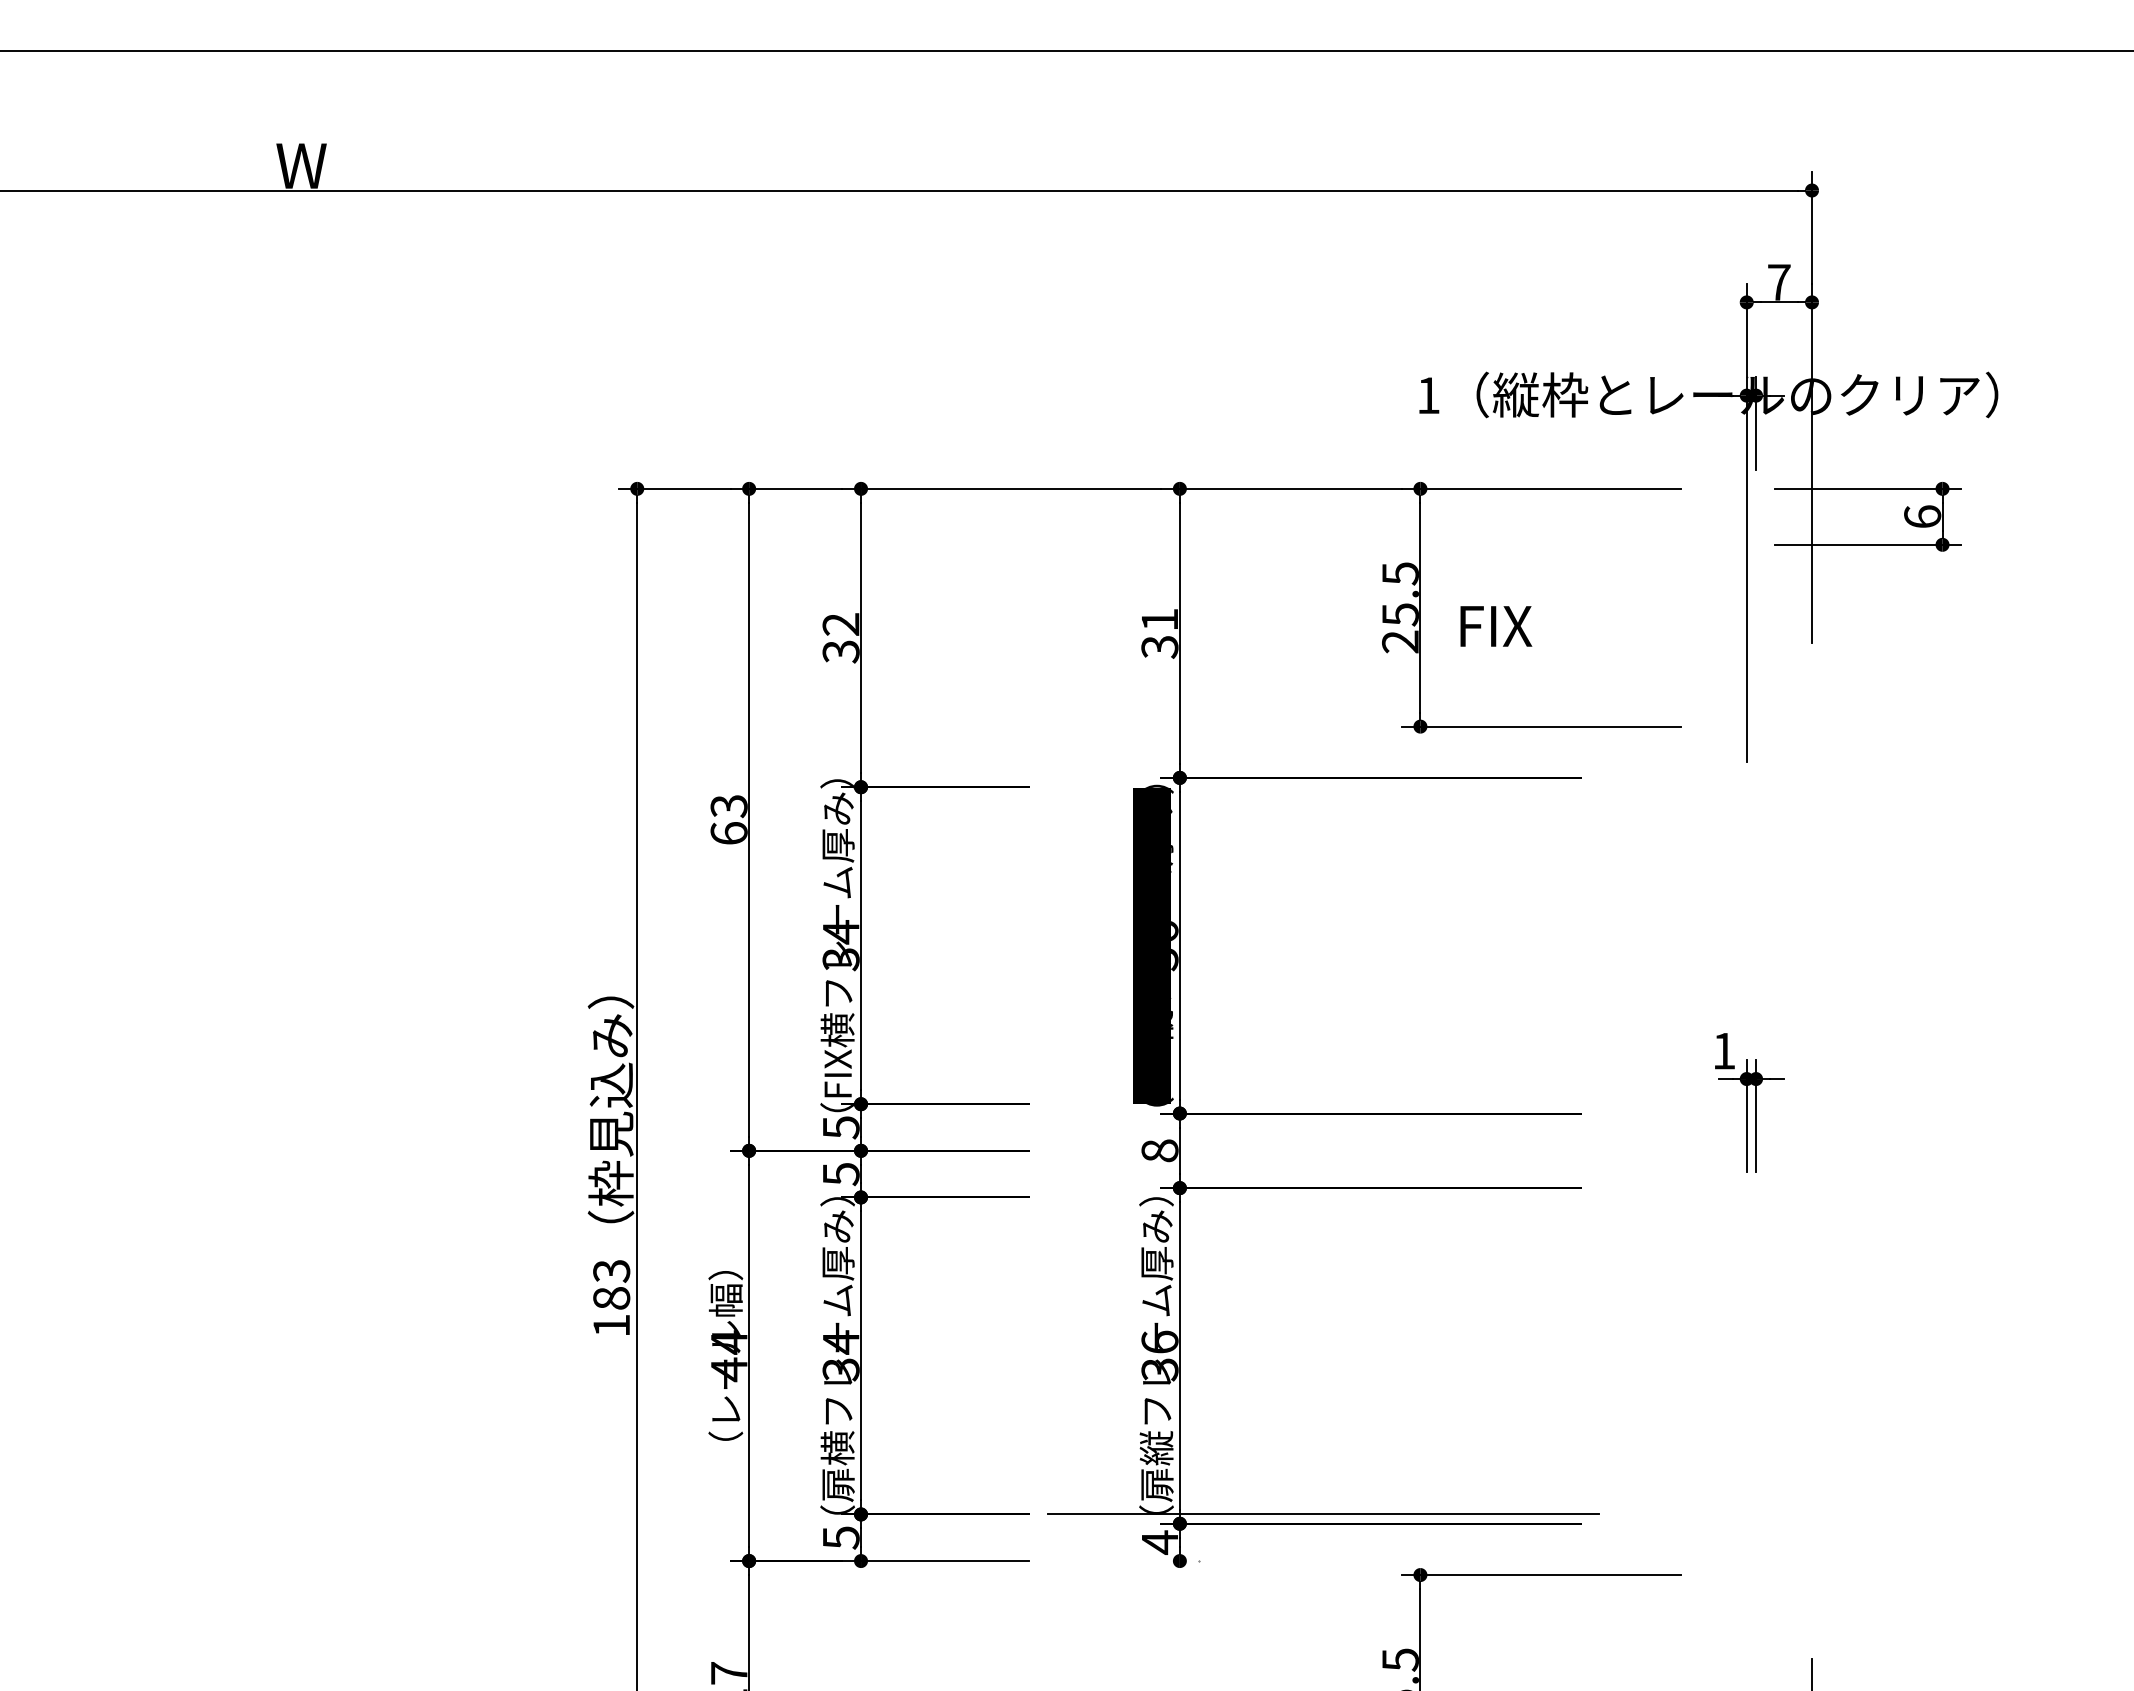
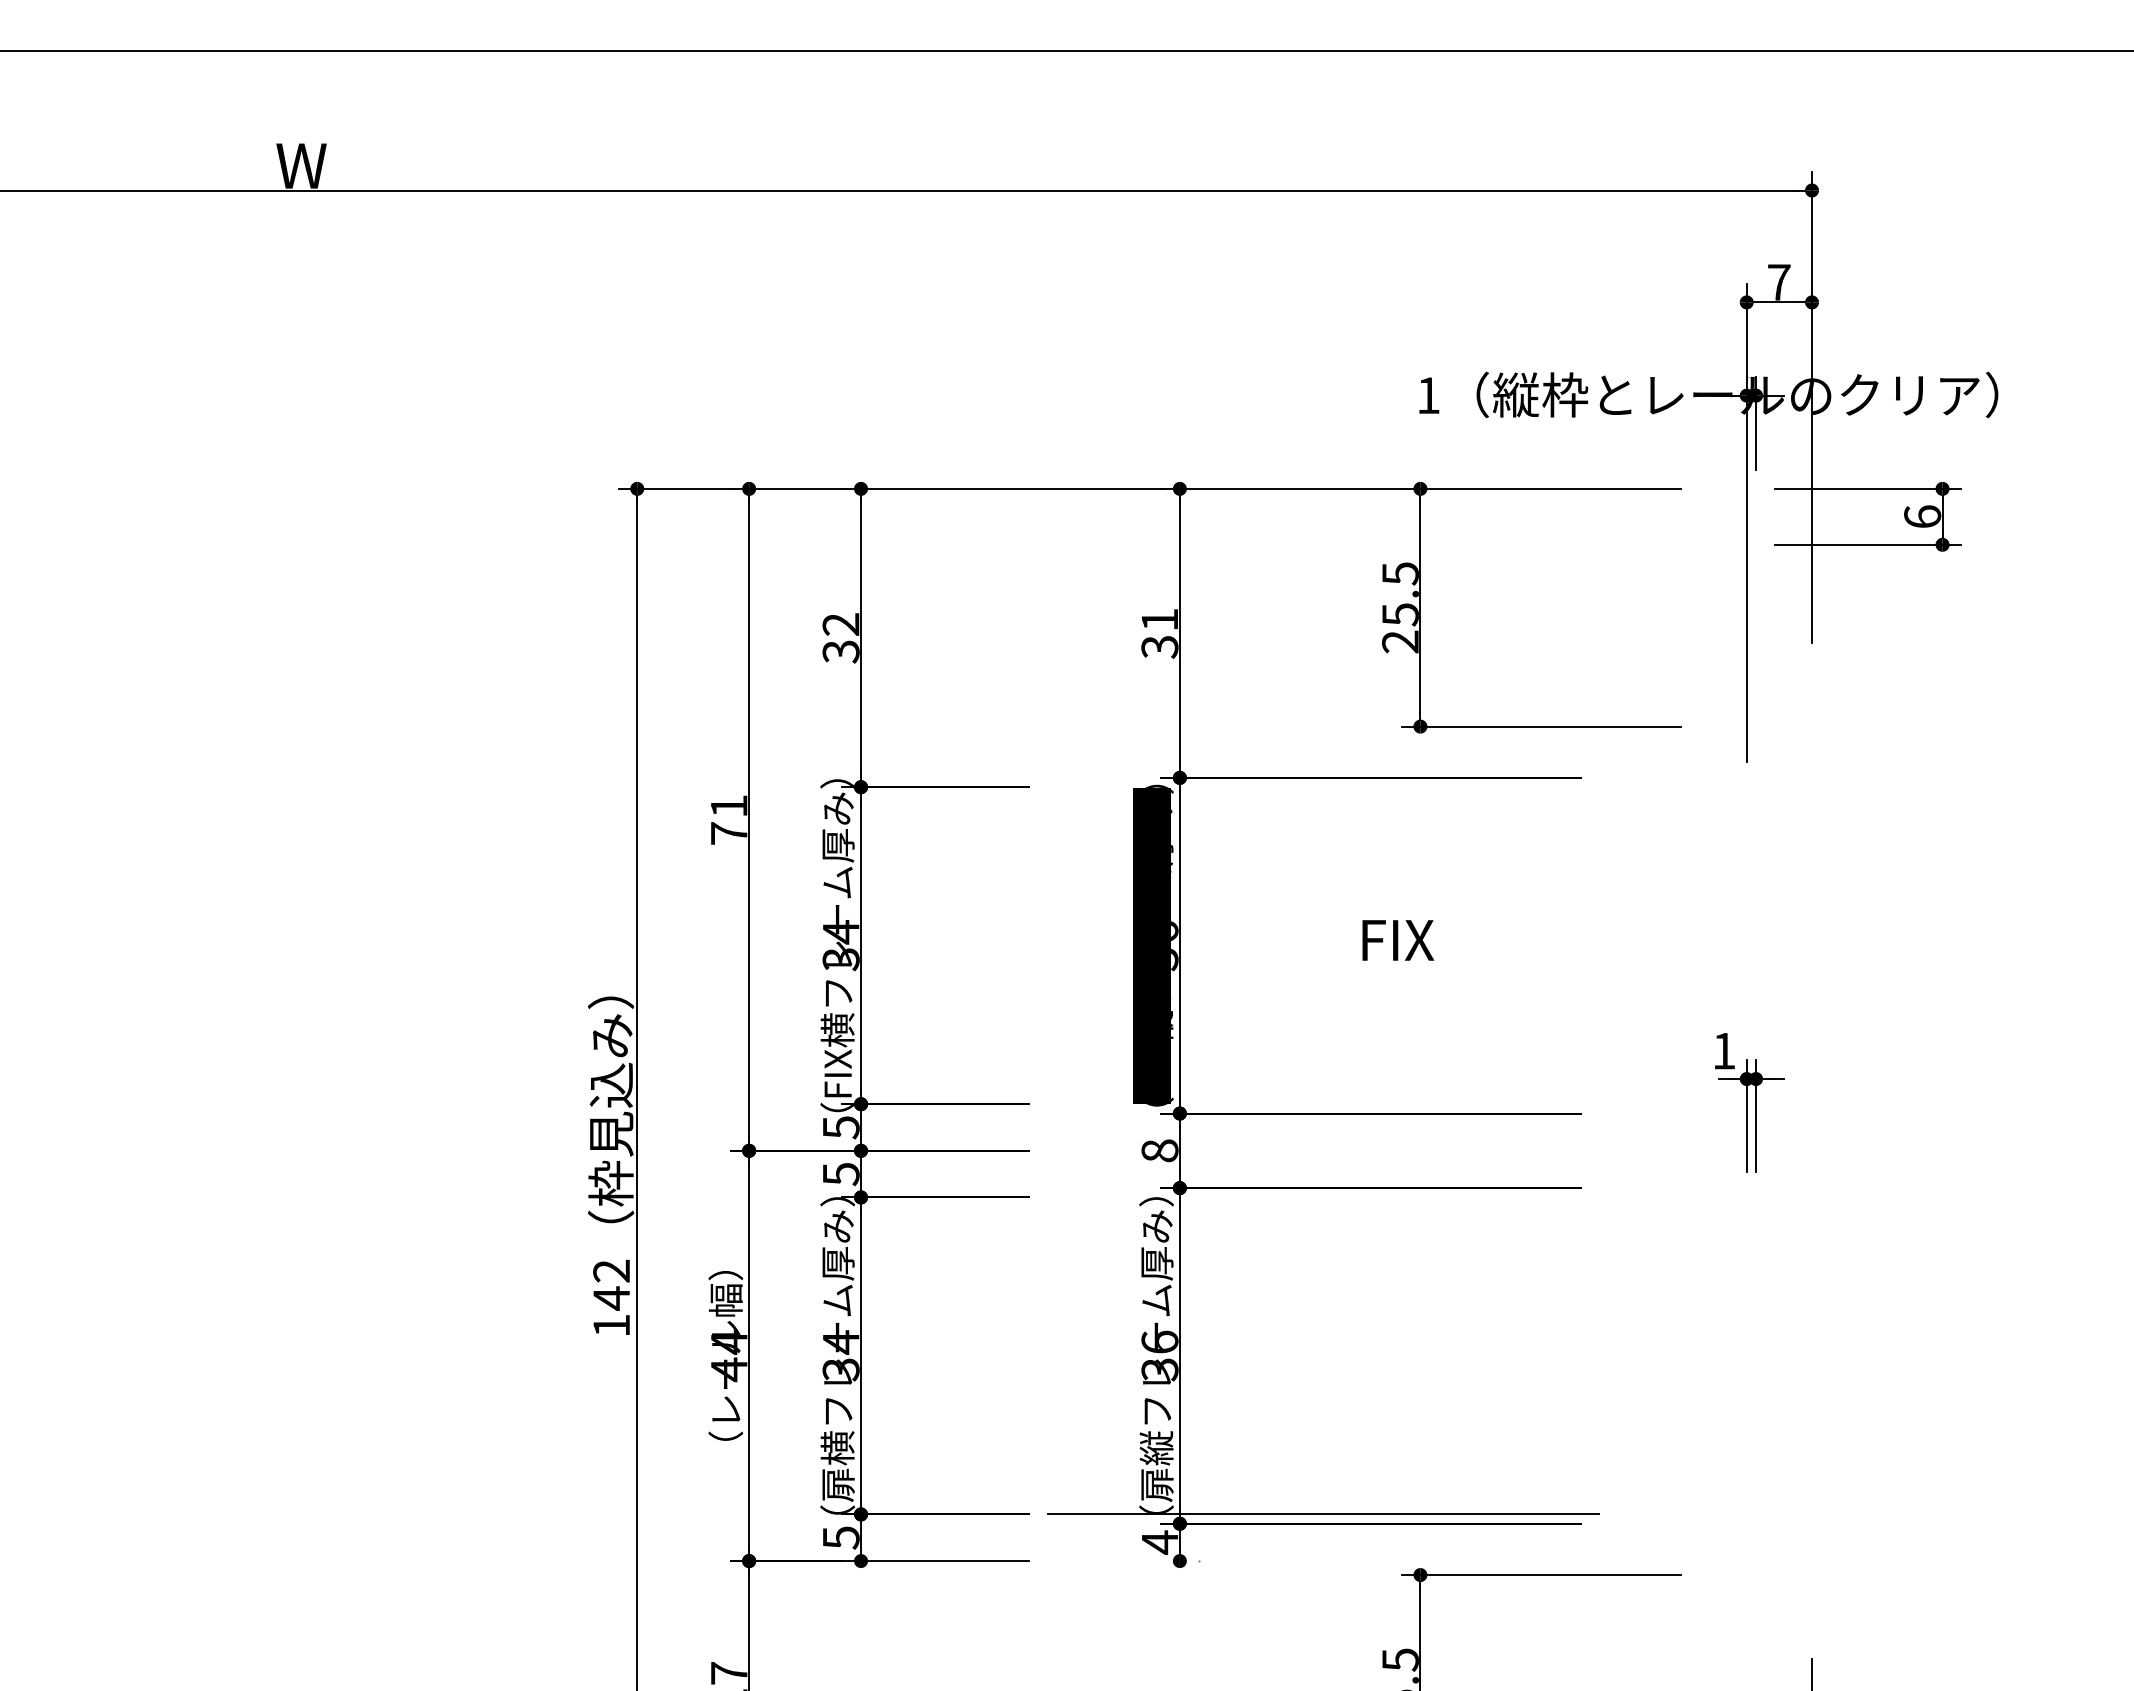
text at (1496, 626) position: (1496, 626) -> (1398, 940)
text at (728, 819): 63 -> 71
text at (611, 1284): 183 -> 142
